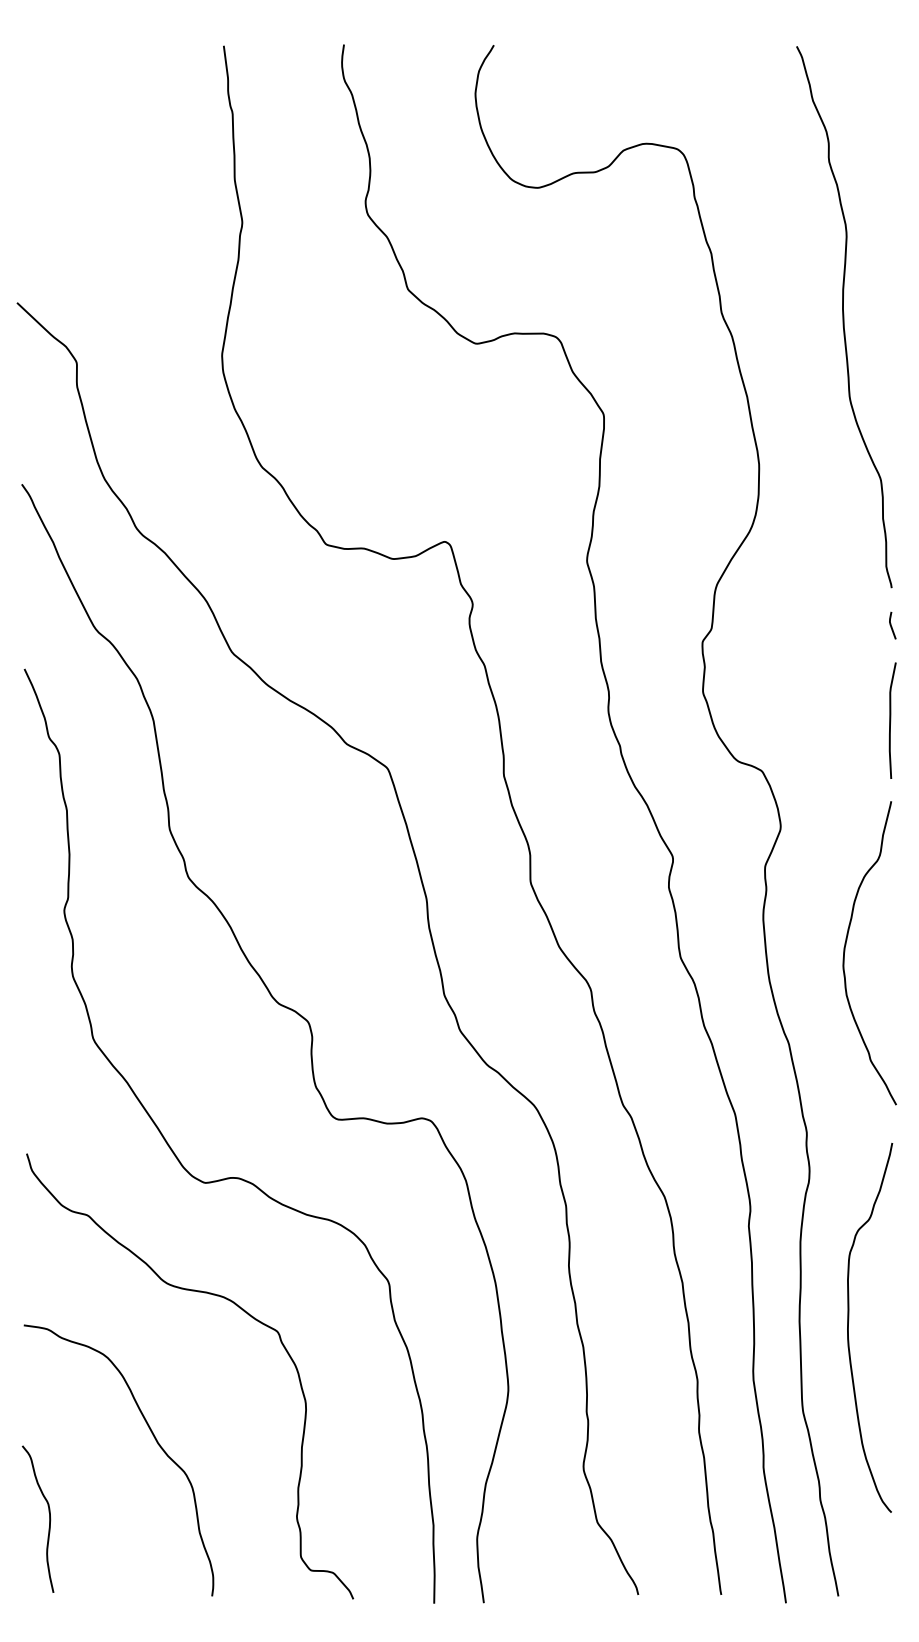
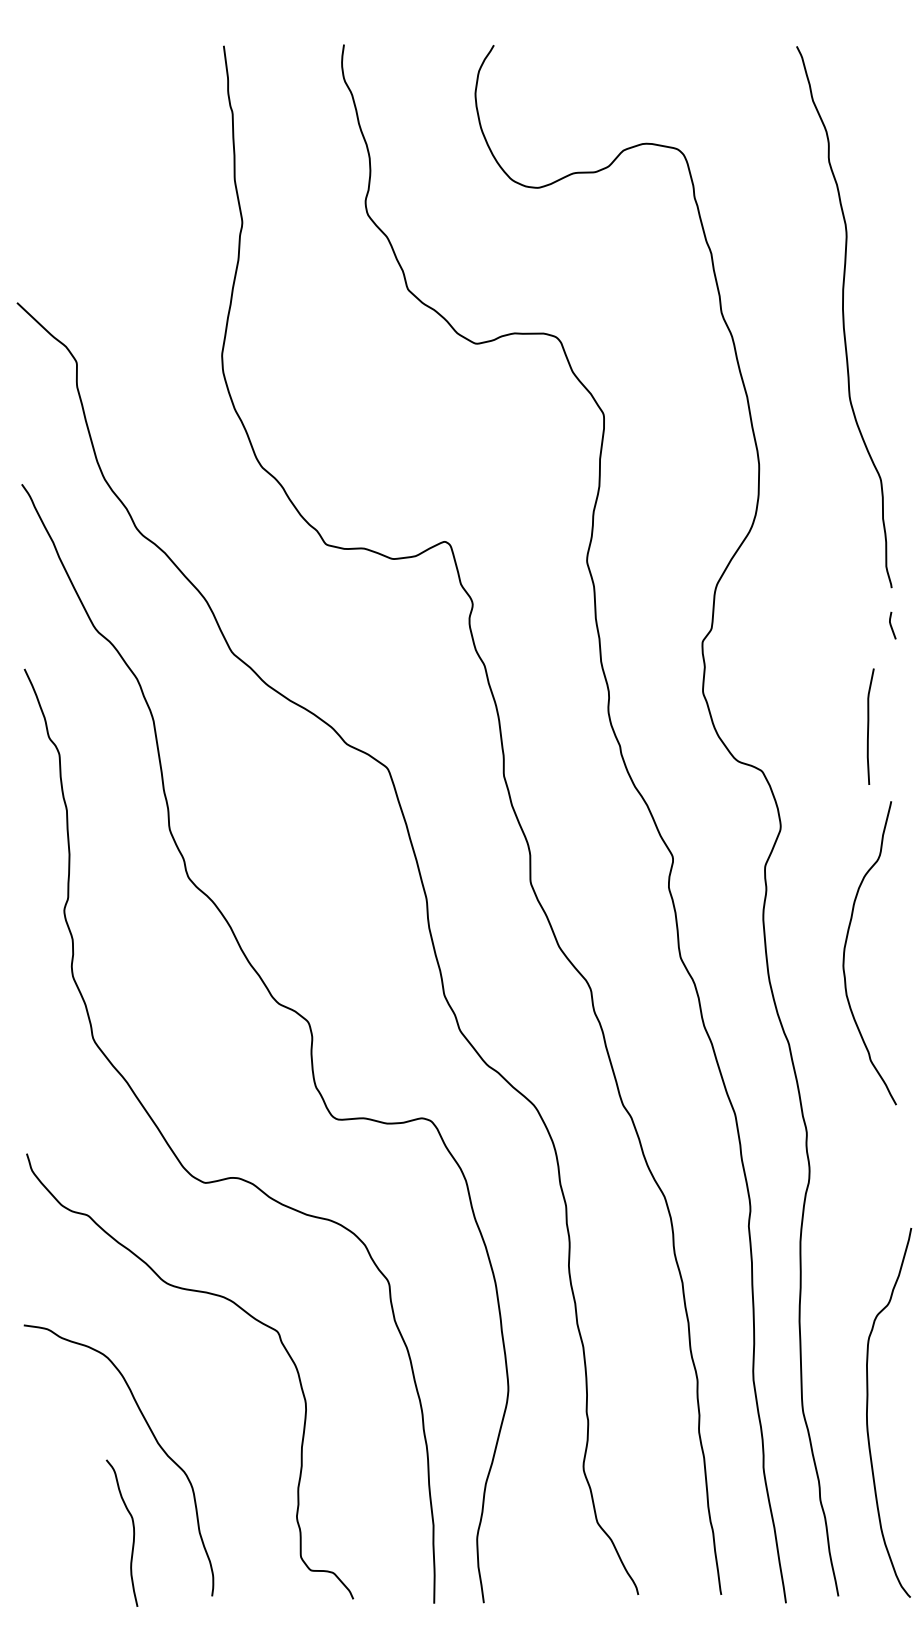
curve at (891, 720) position: (891, 720) -> (869, 726)
curve at (848, 1327) position: (848, 1327) -> (867, 1412)
curve at (49, 1518) position: (49, 1518) -> (133, 1532)
